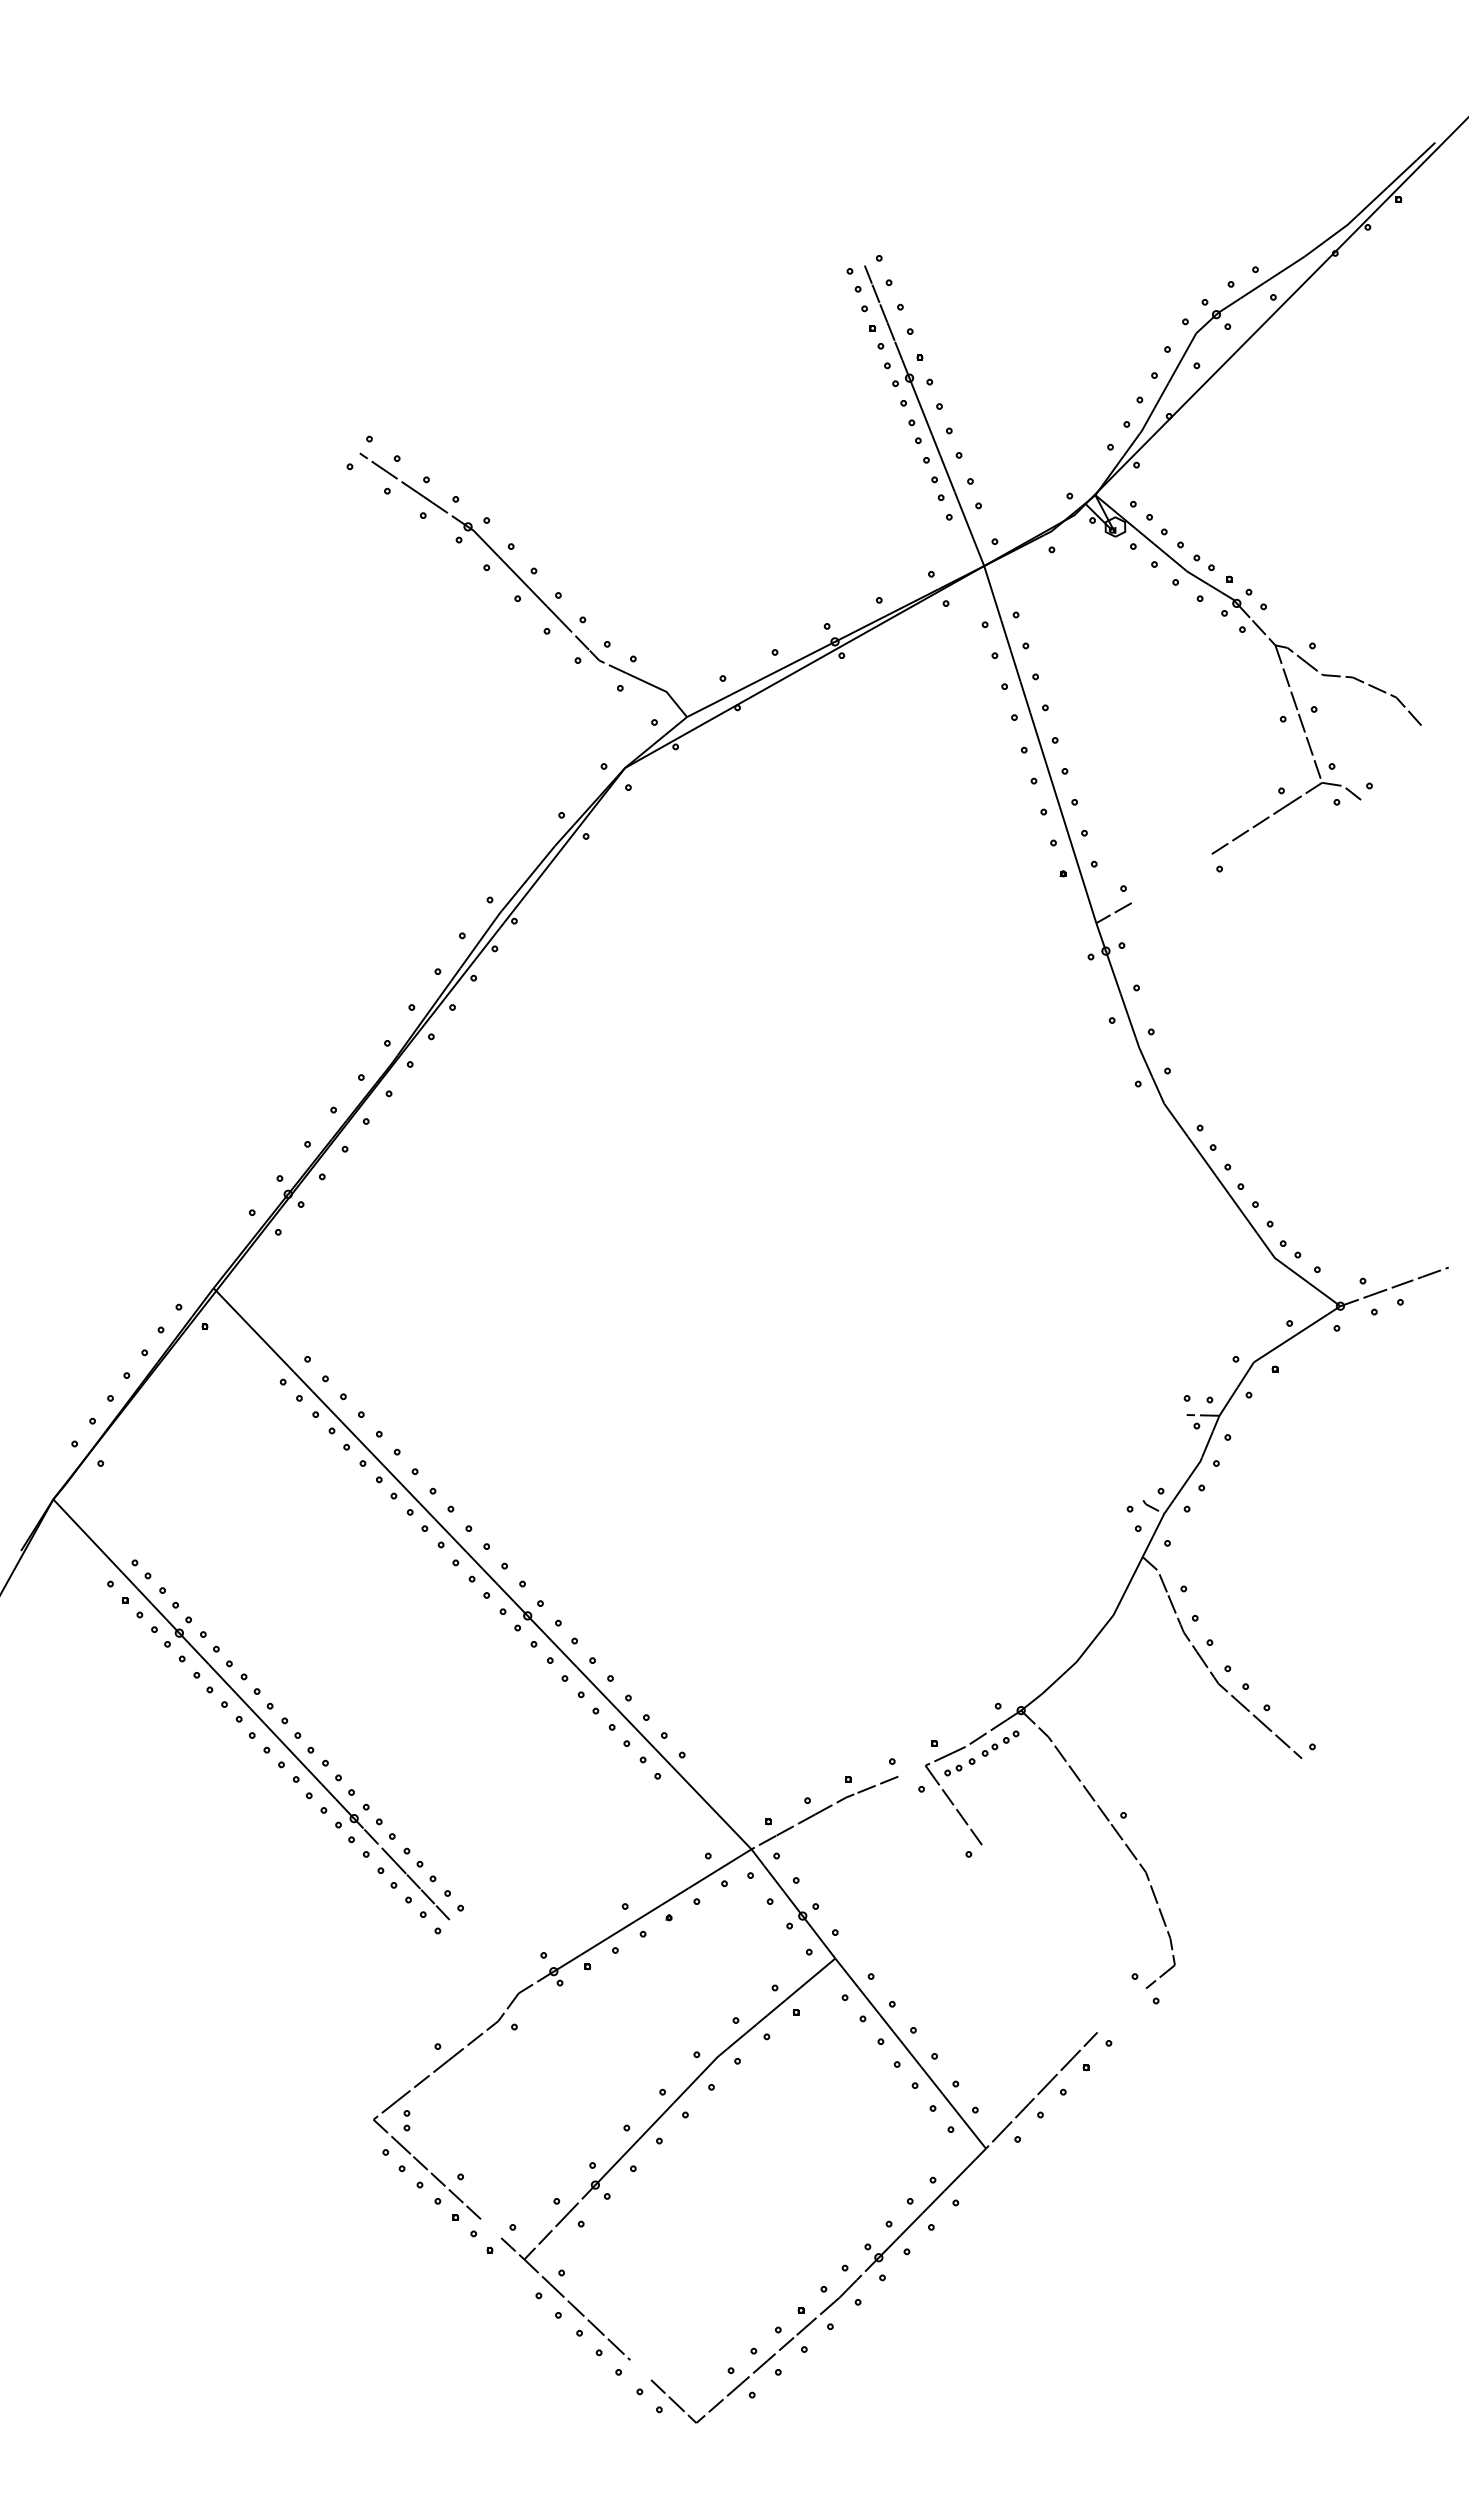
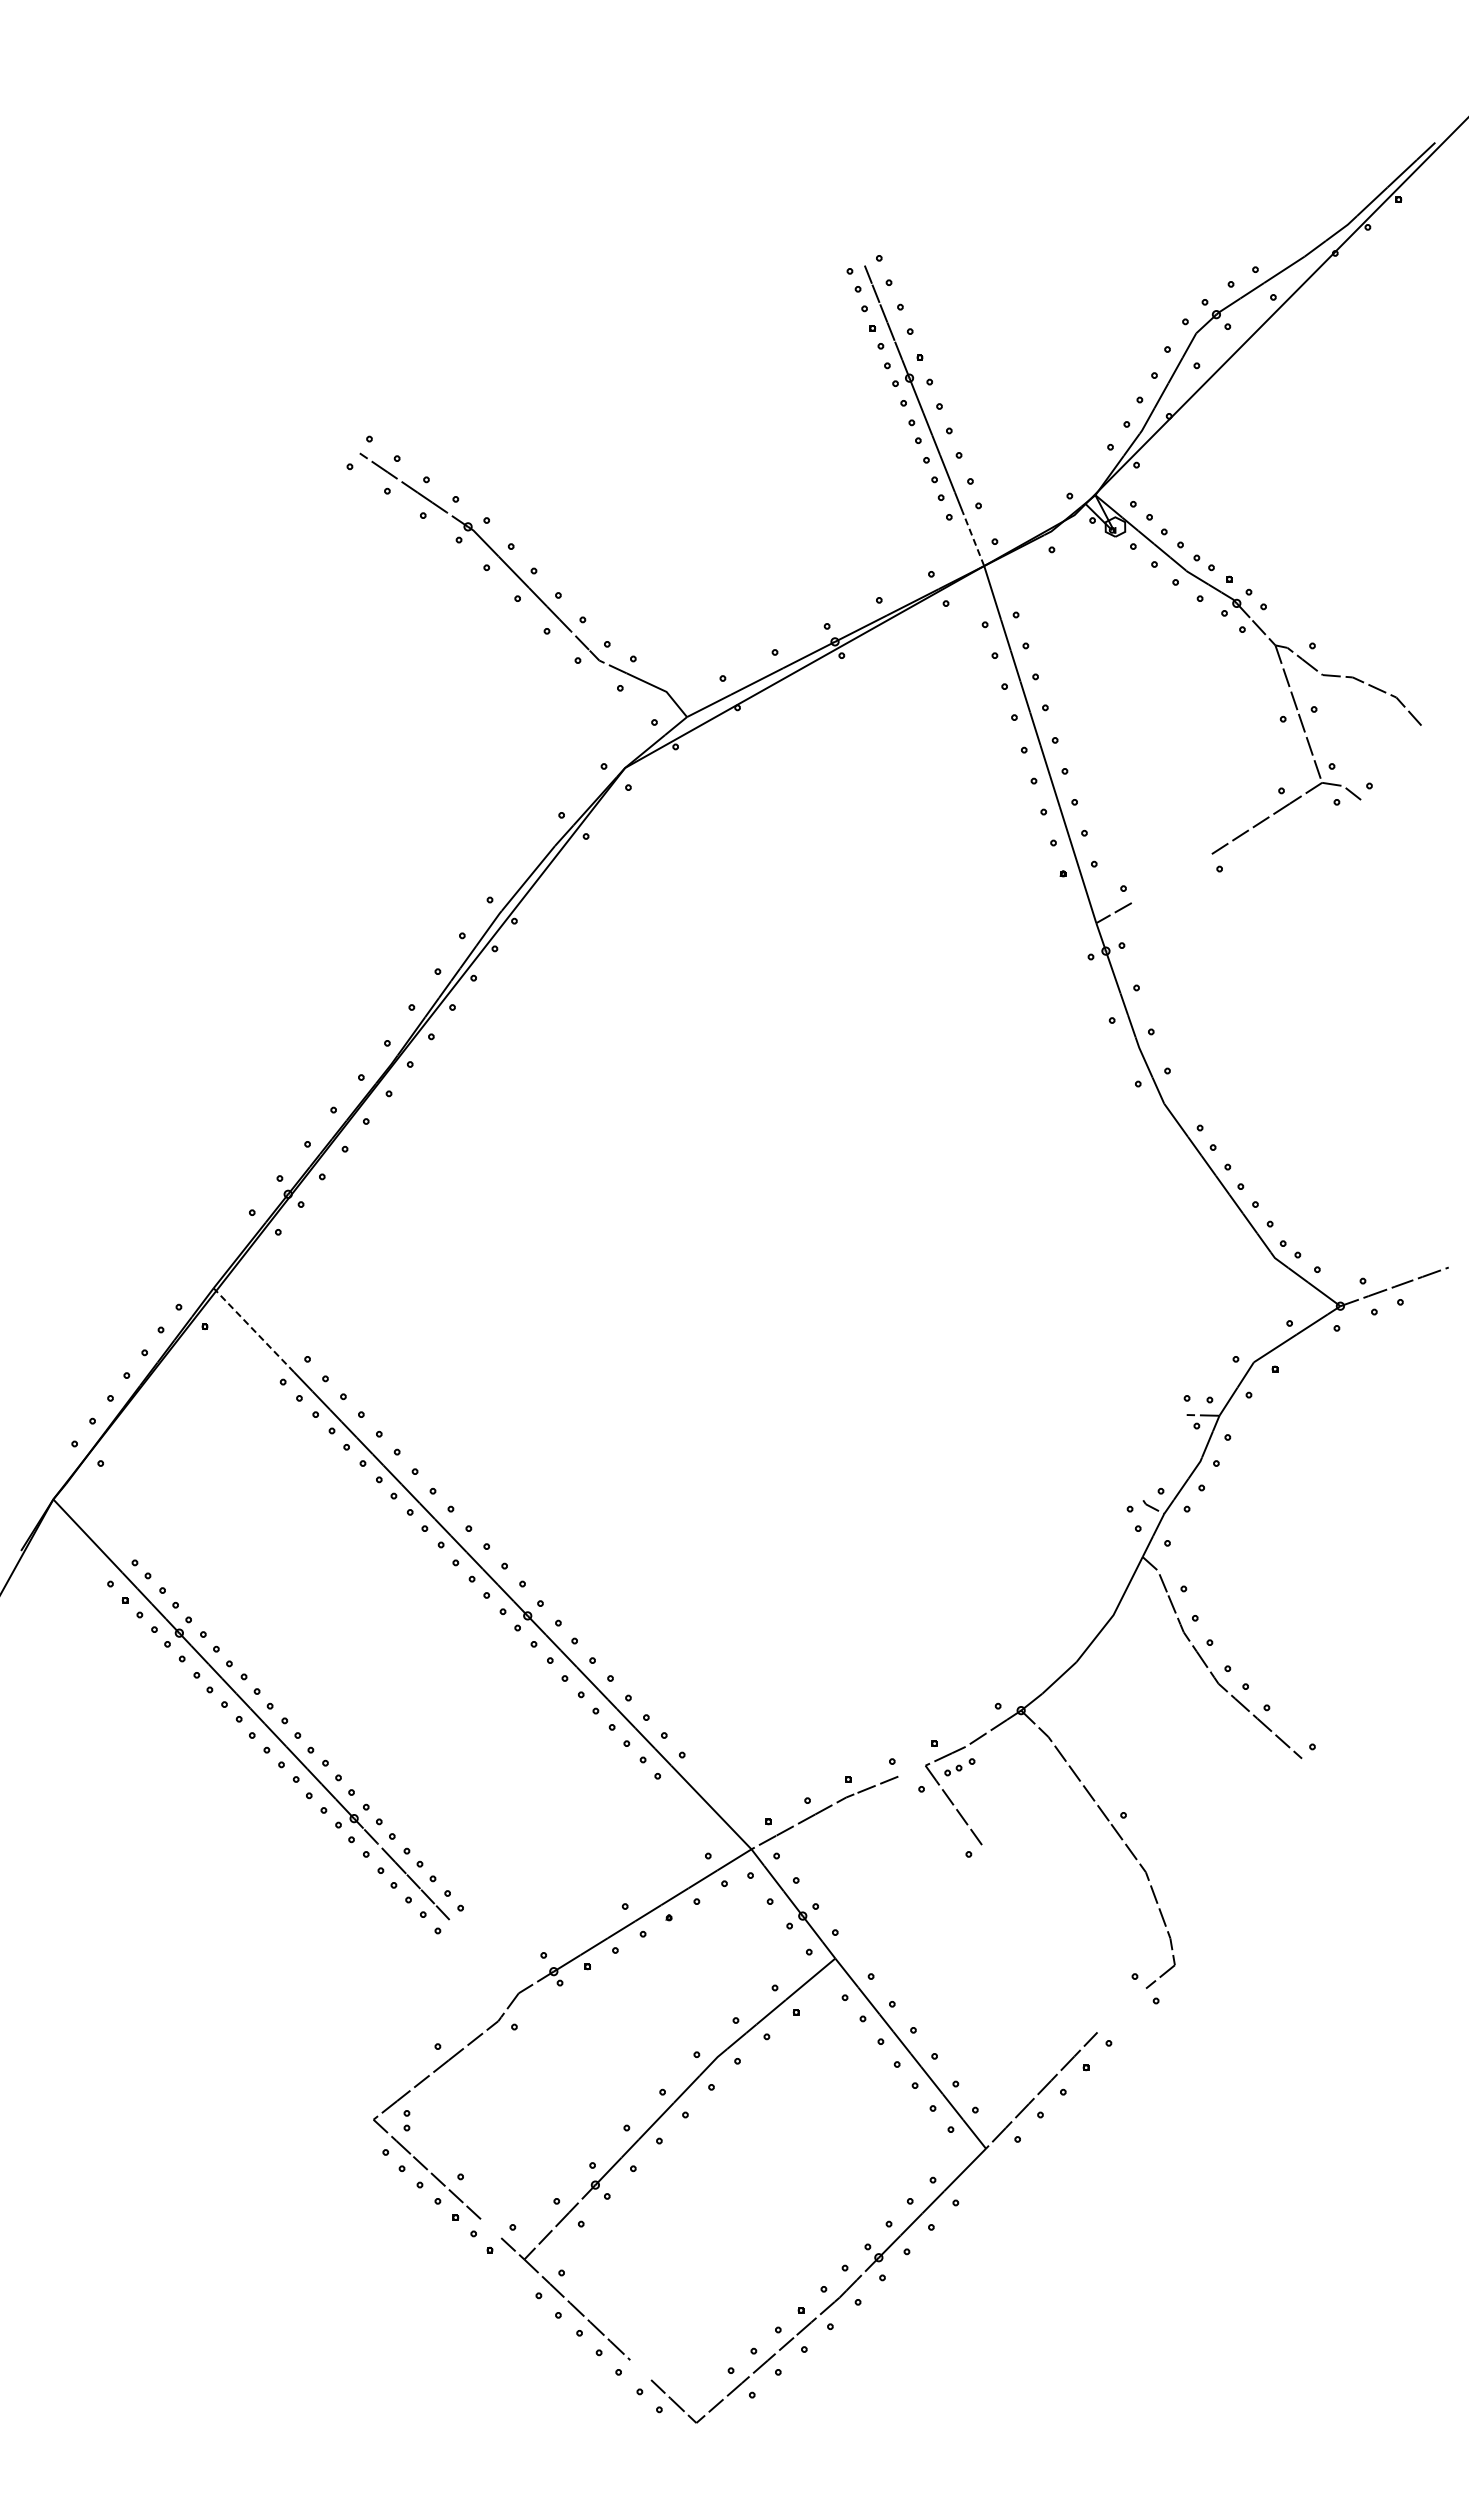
line at (973, 538): solid -> dashed
line at (253, 1329): solid -> dashed
part at (1000, 1743): present -> none
